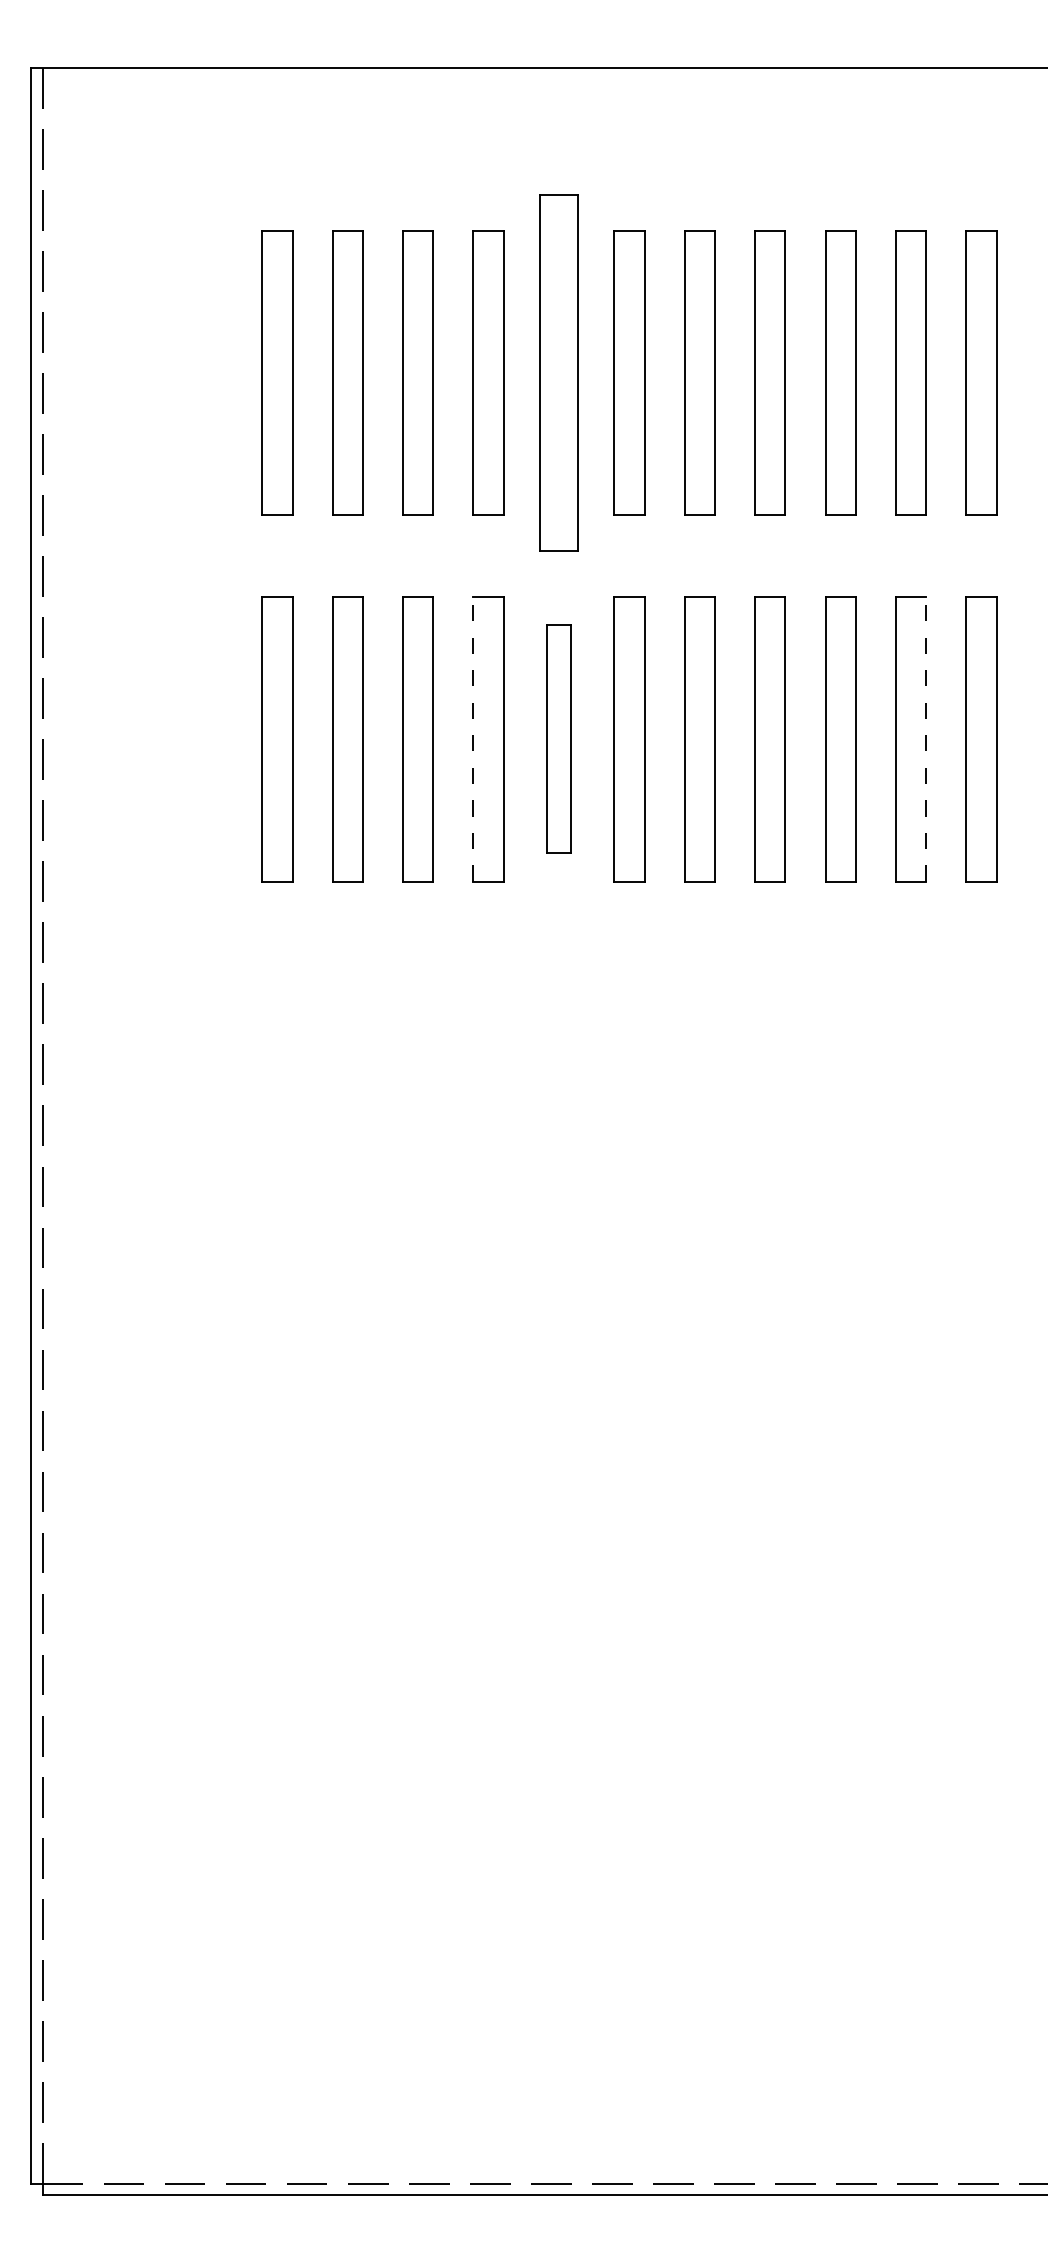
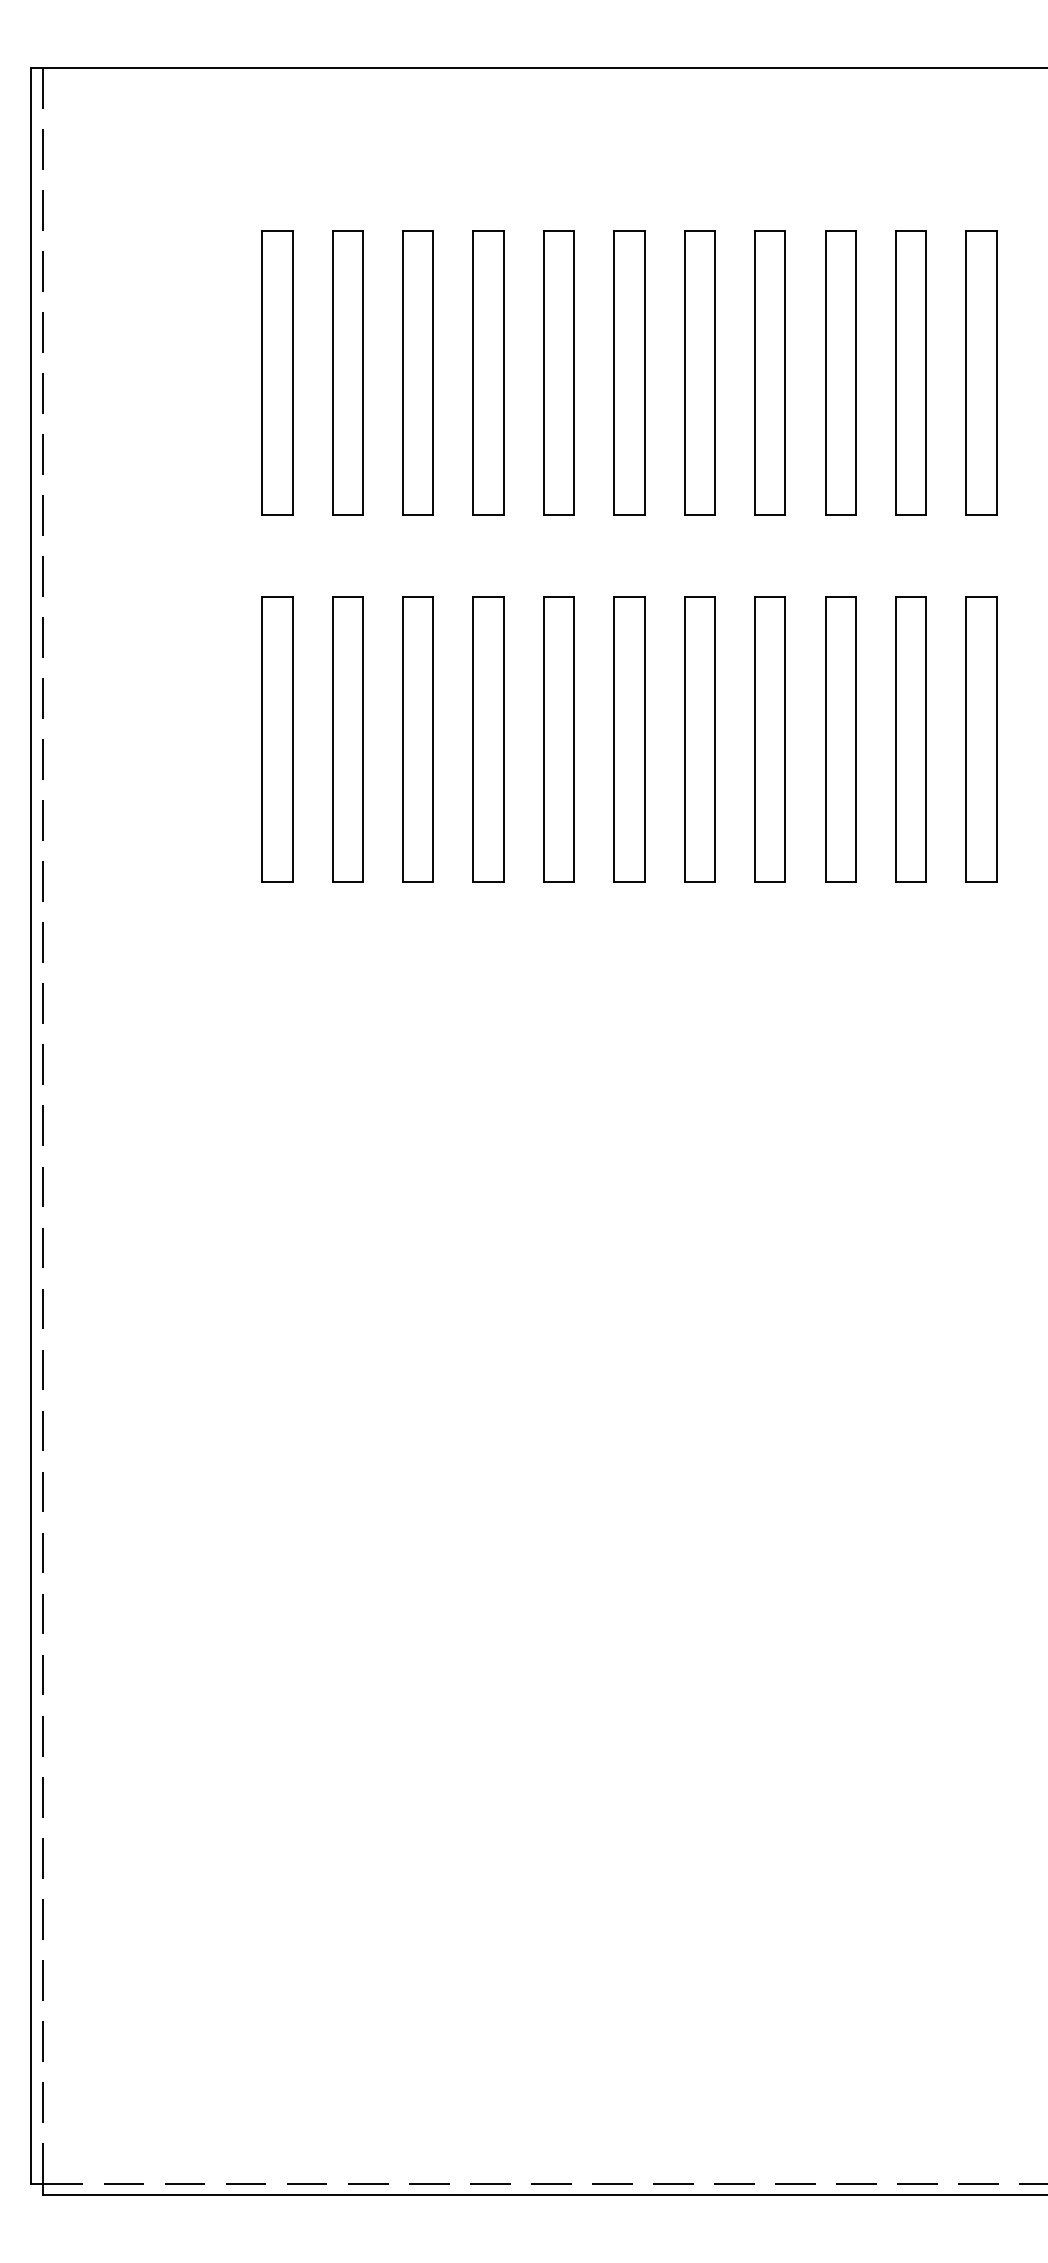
part at (558, 372) size: 40x358 px -> 32x286 px
line at (473, 738): dashed -> solid
part at (558, 738) size: 26x230 px -> 32x287 px
line at (926, 738): dashed -> solid
